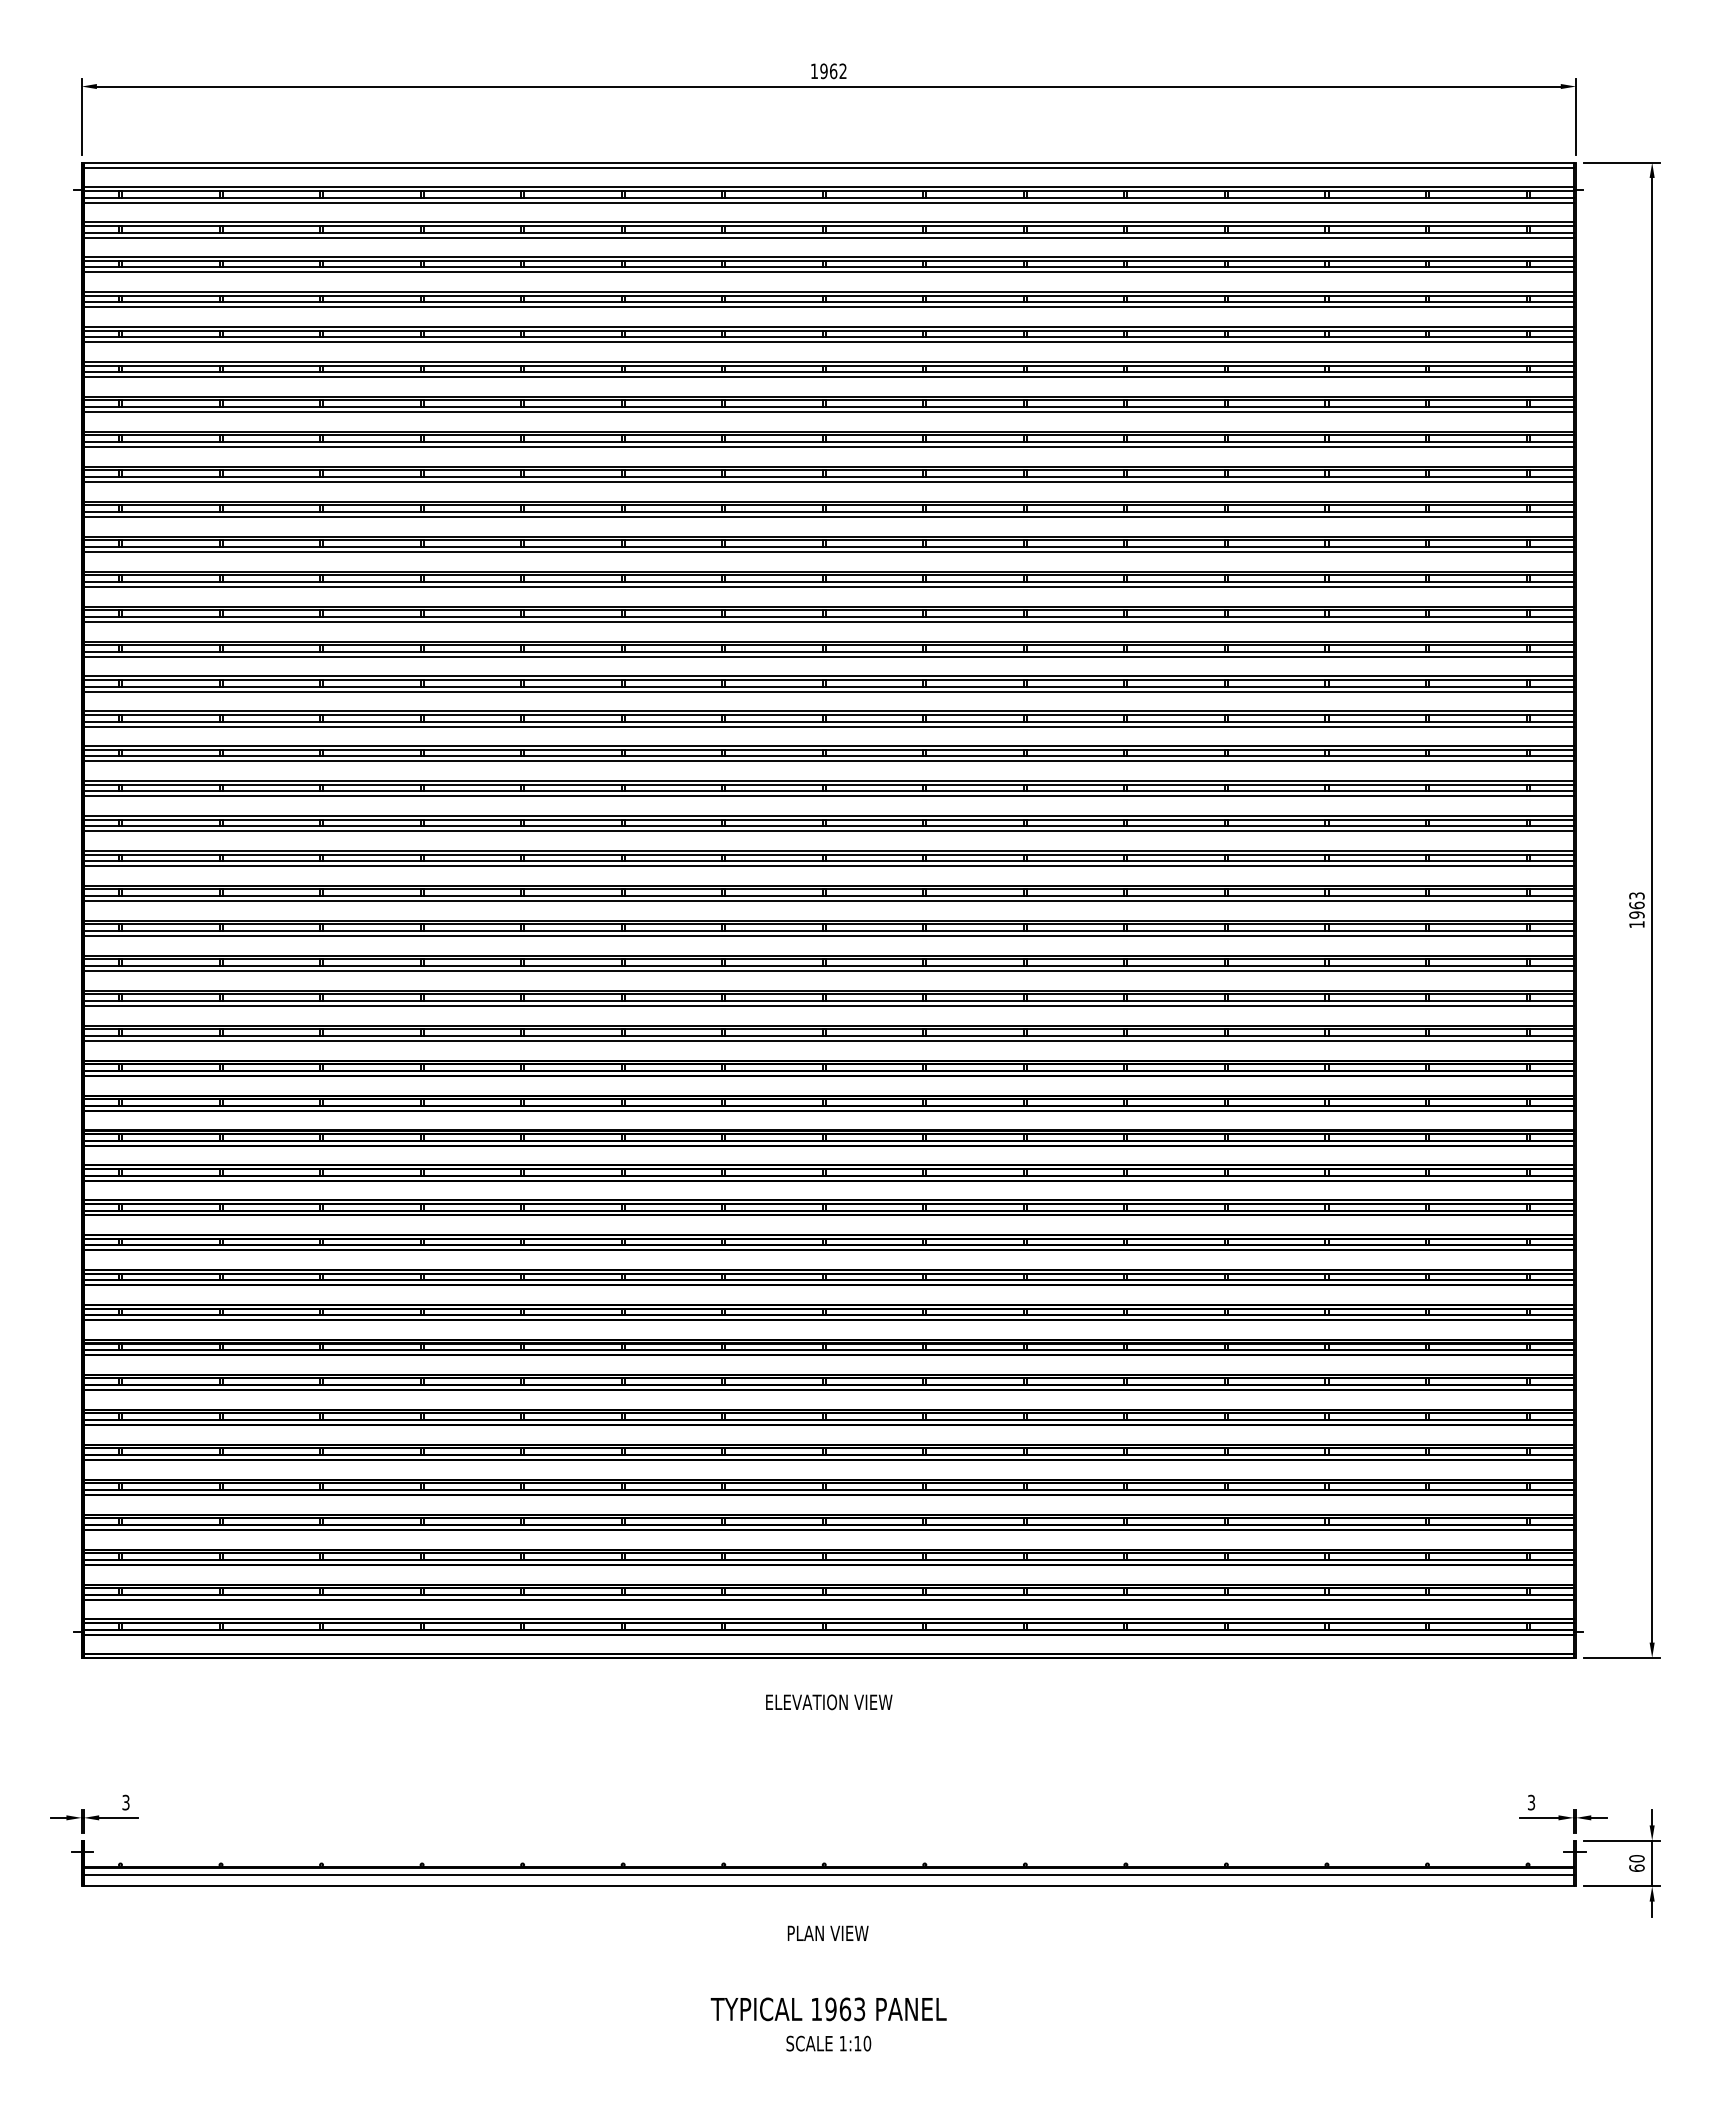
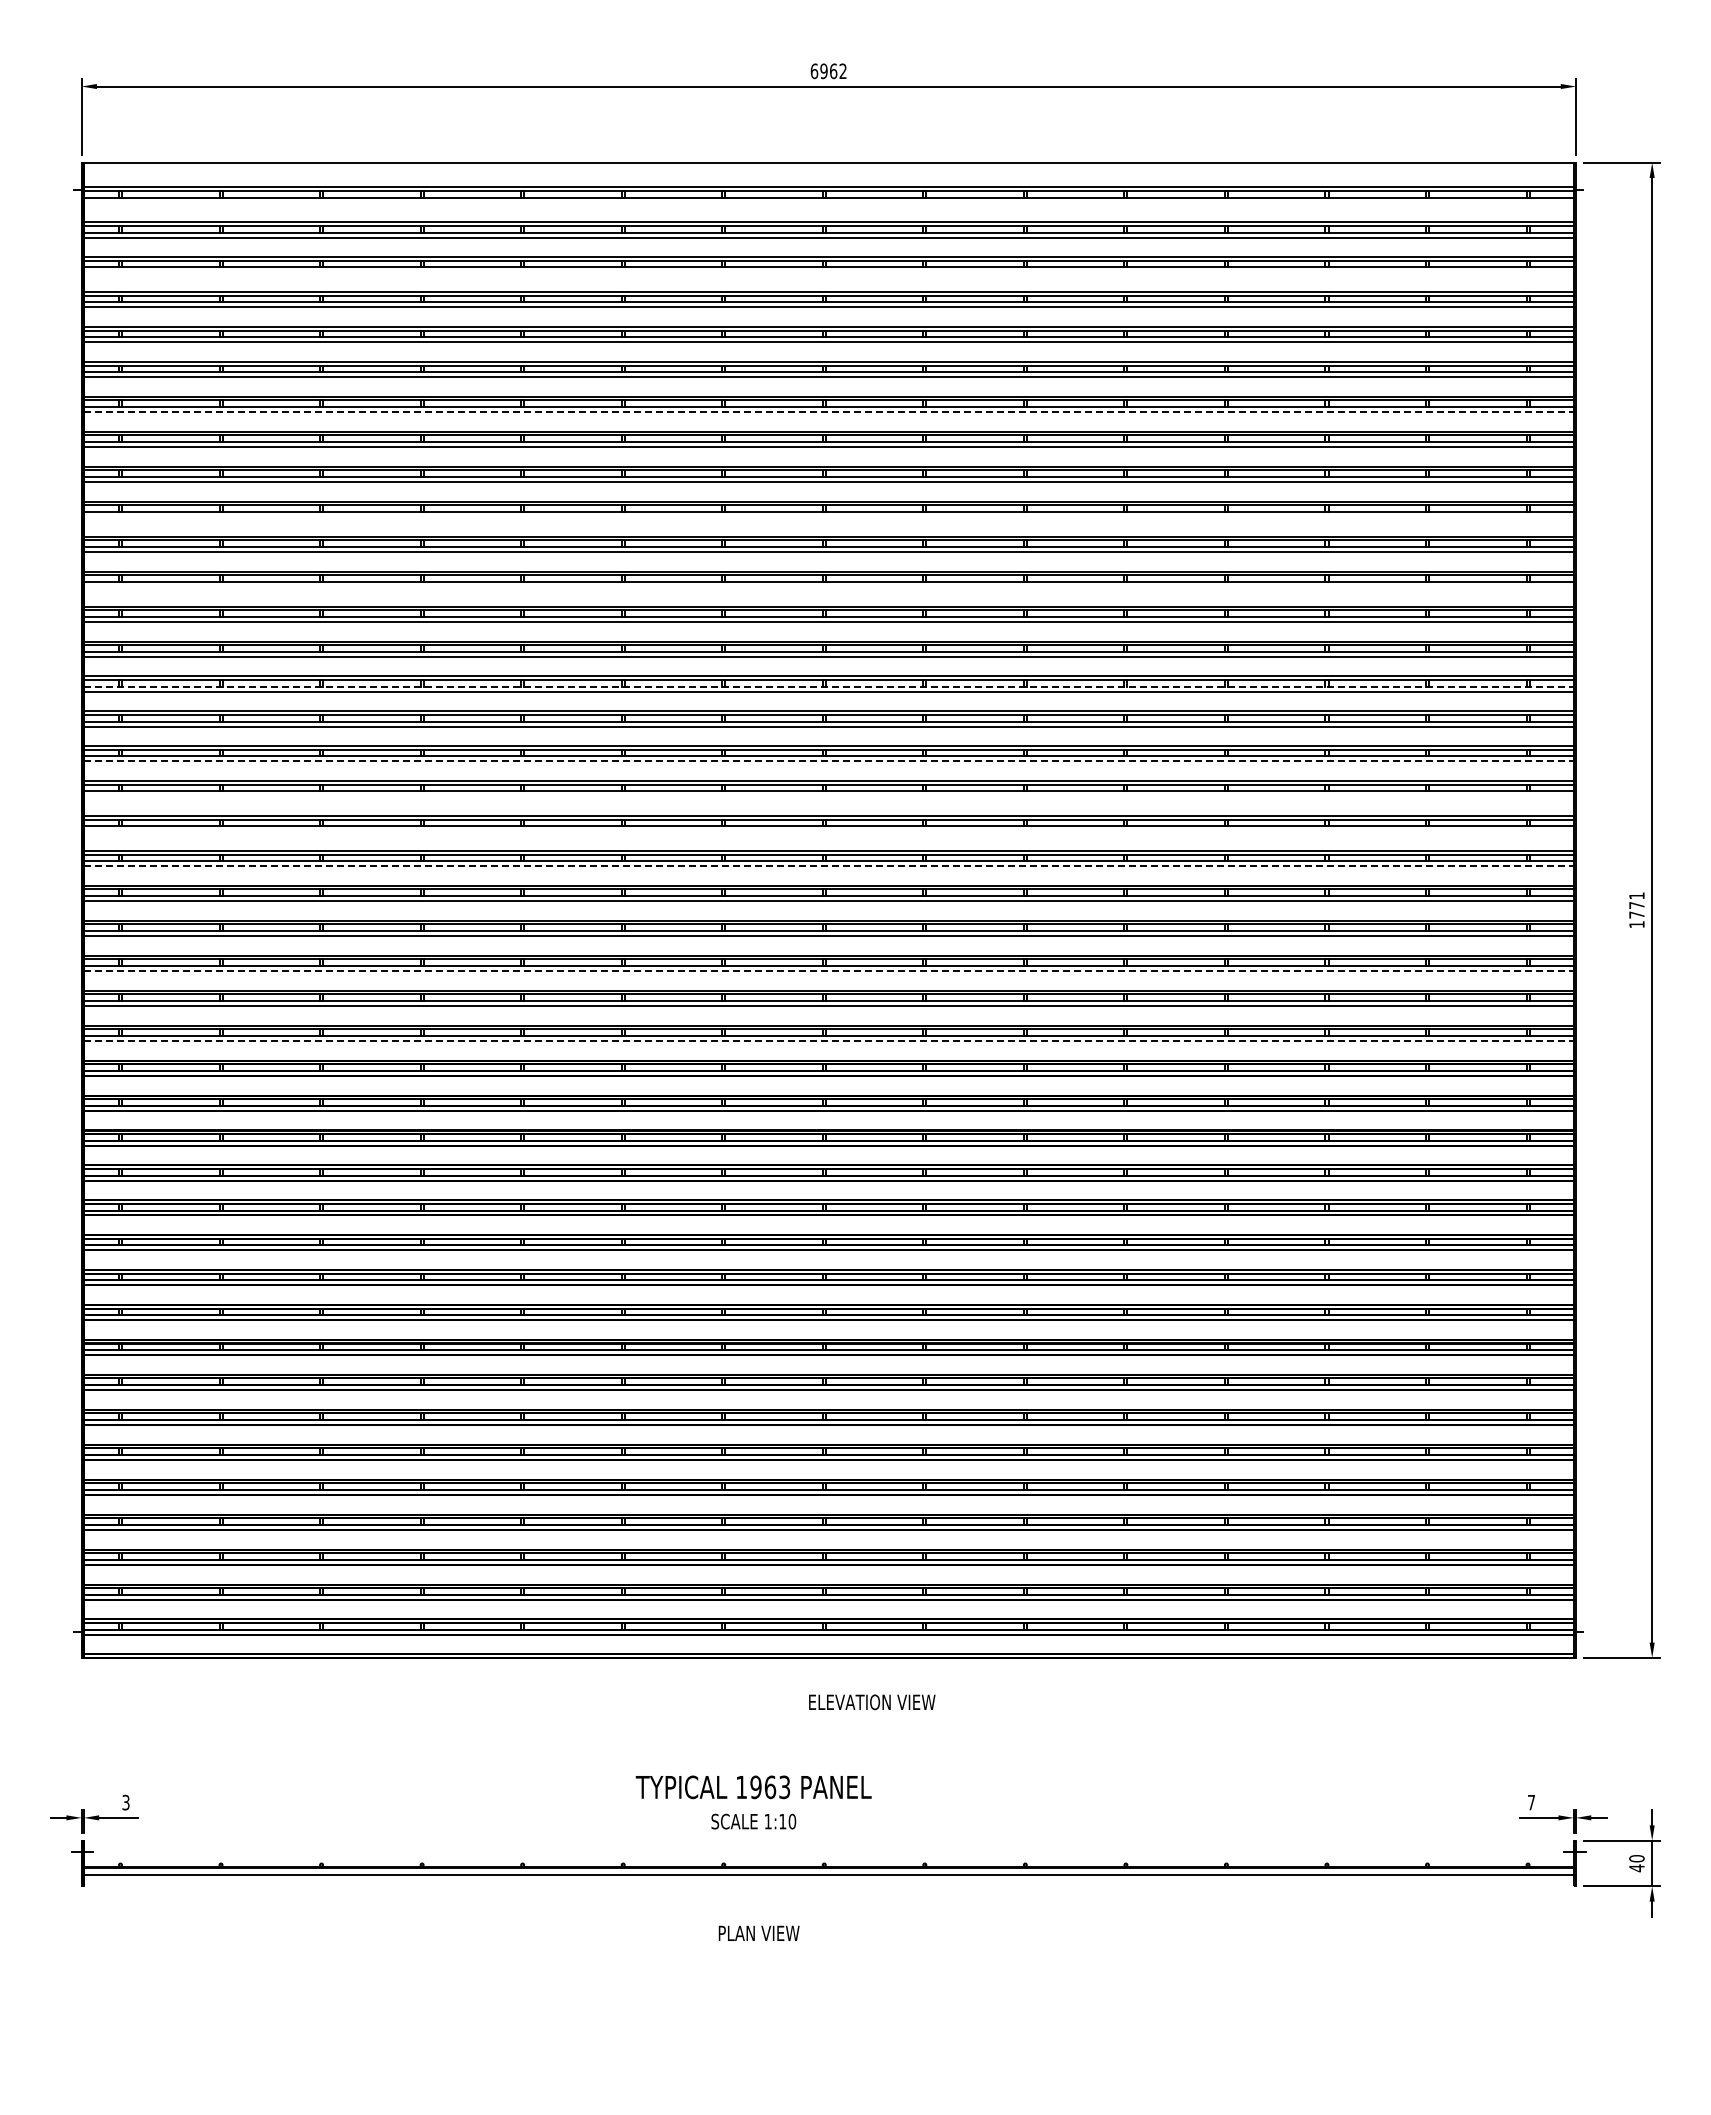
text at (814, 71): 1962 -> 6962
line at (828, 167): present -> none
line at (828, 202): present -> none
line at (828, 272): present -> none
line at (828, 412): solid -> dashed
line at (828, 516): present -> none
line at (828, 586): present -> none
line at (828, 686): solid -> dashed
line at (828, 761): solid -> dashed
line at (828, 796): present -> none
line at (828, 831): present -> none
line at (828, 866): solid -> dashed
text at (1636, 905): 1963 -> 1771
line at (828, 971): solid -> dashed
line at (828, 1040): solid -> dashed
text at (829, 1702) position: (829, 1702) -> (872, 1702)
text at (1531, 1802): 3 -> 7
text at (1636, 1868): 60 -> 40
line at (828, 1886): present -> none
text at (827, 1932) position: (827, 1932) -> (758, 1932)
text at (828, 2024) position: (828, 2024) -> (753, 1802)
